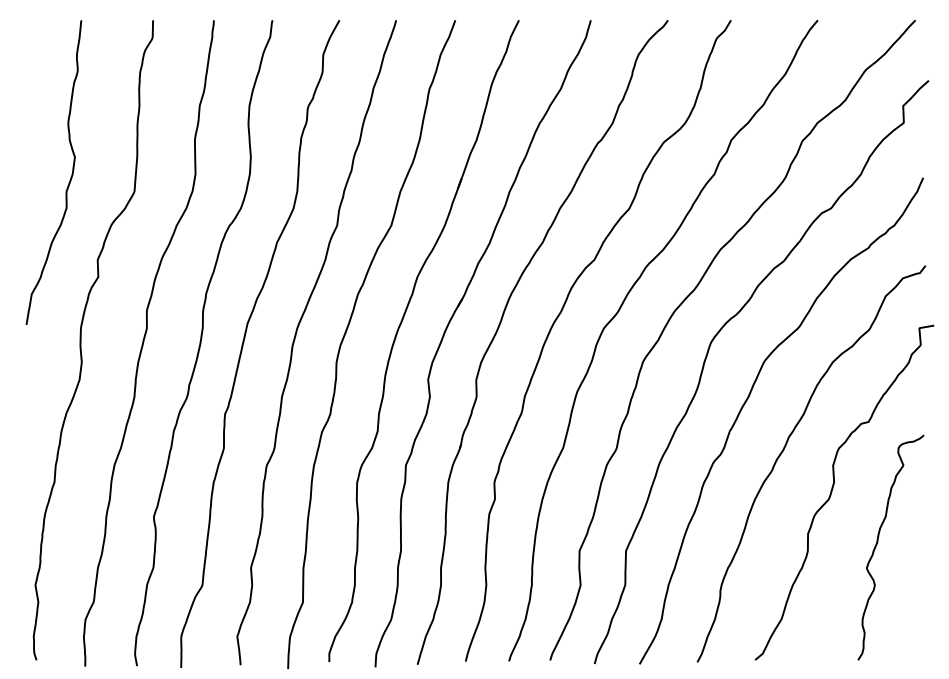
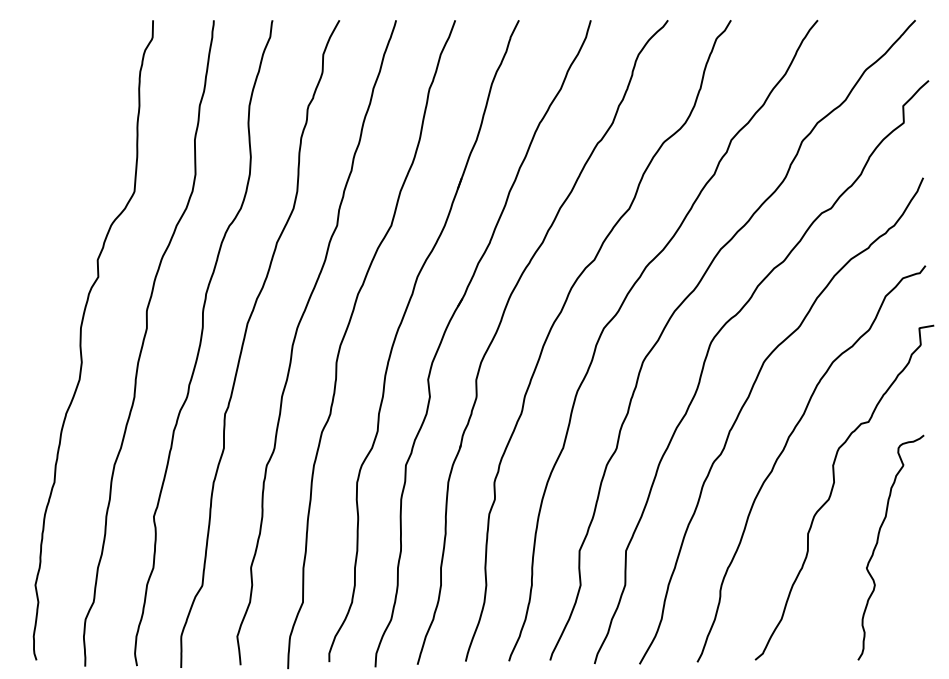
curve at (70, 177): present -> none
